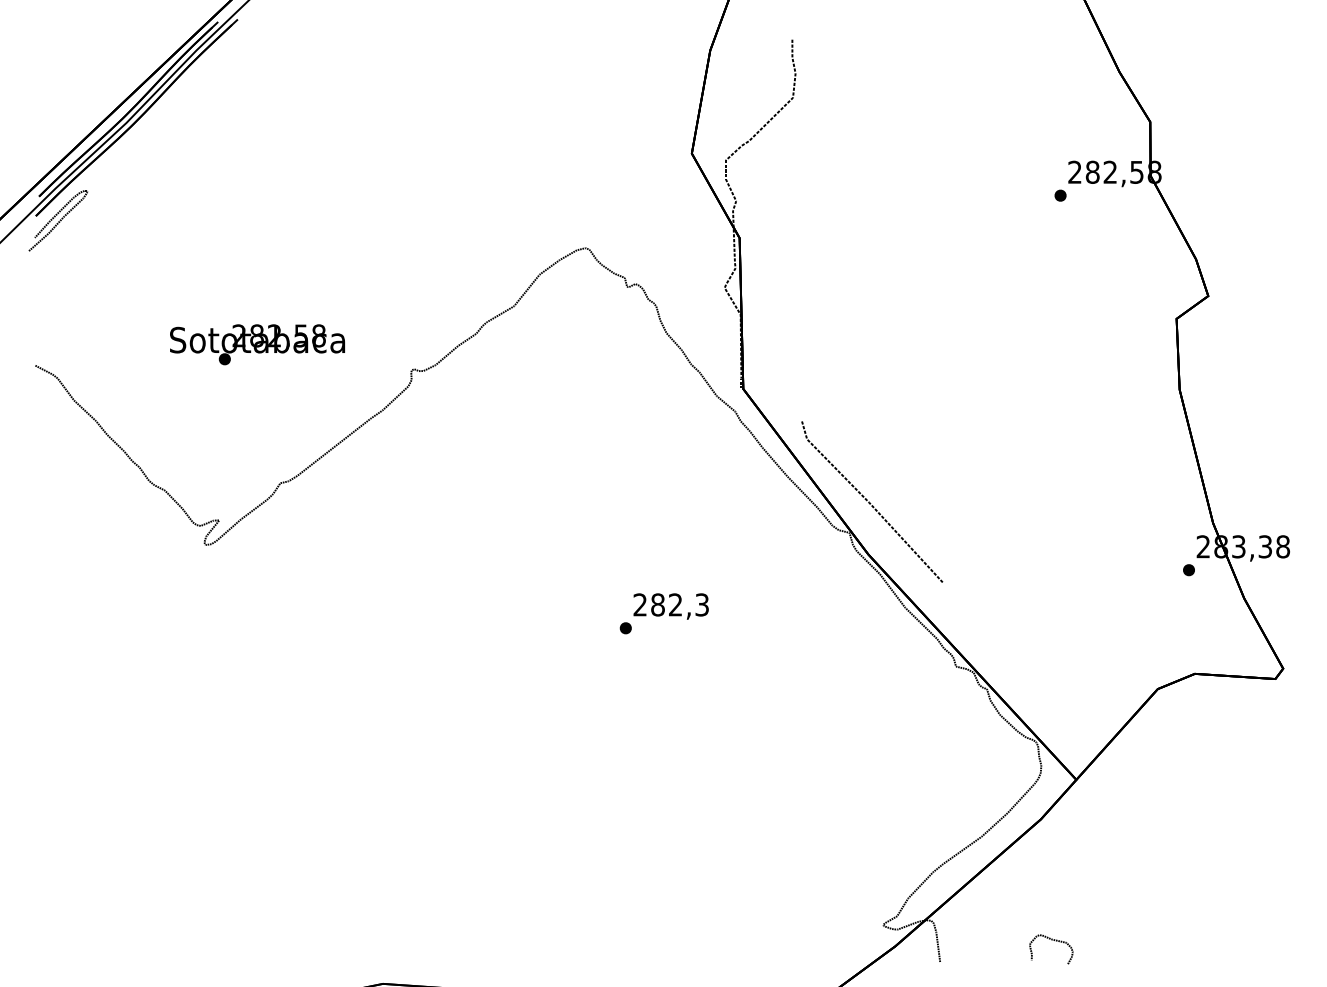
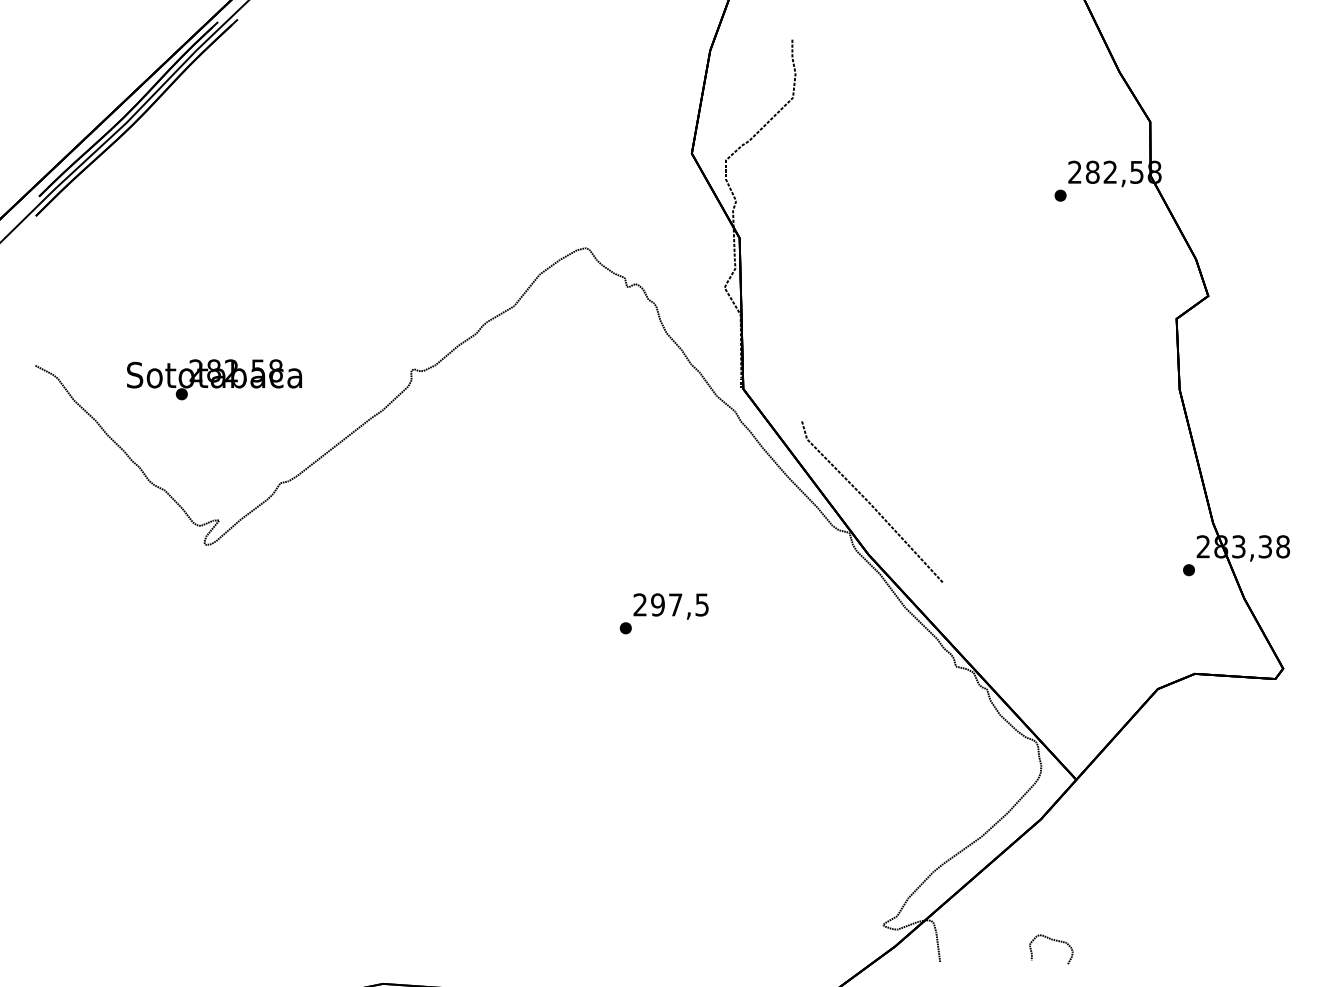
curve at (59, 220): present -> none
text at (257, 344) position: (257, 344) -> (214, 379)
text at (679, 604): 282,3 -> 297,5
